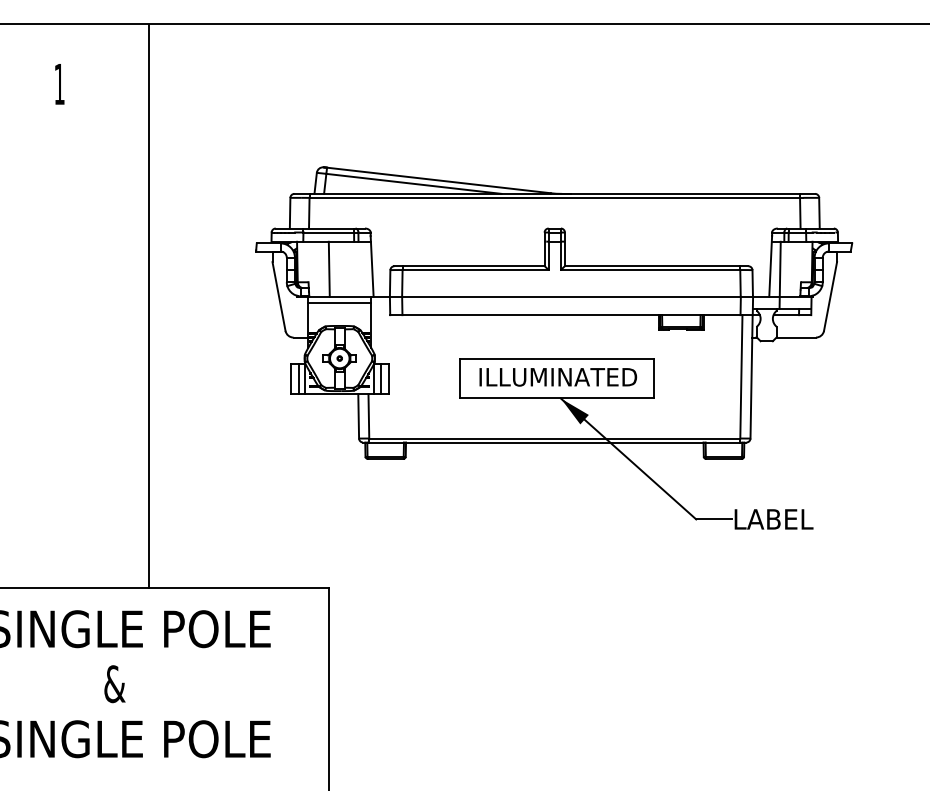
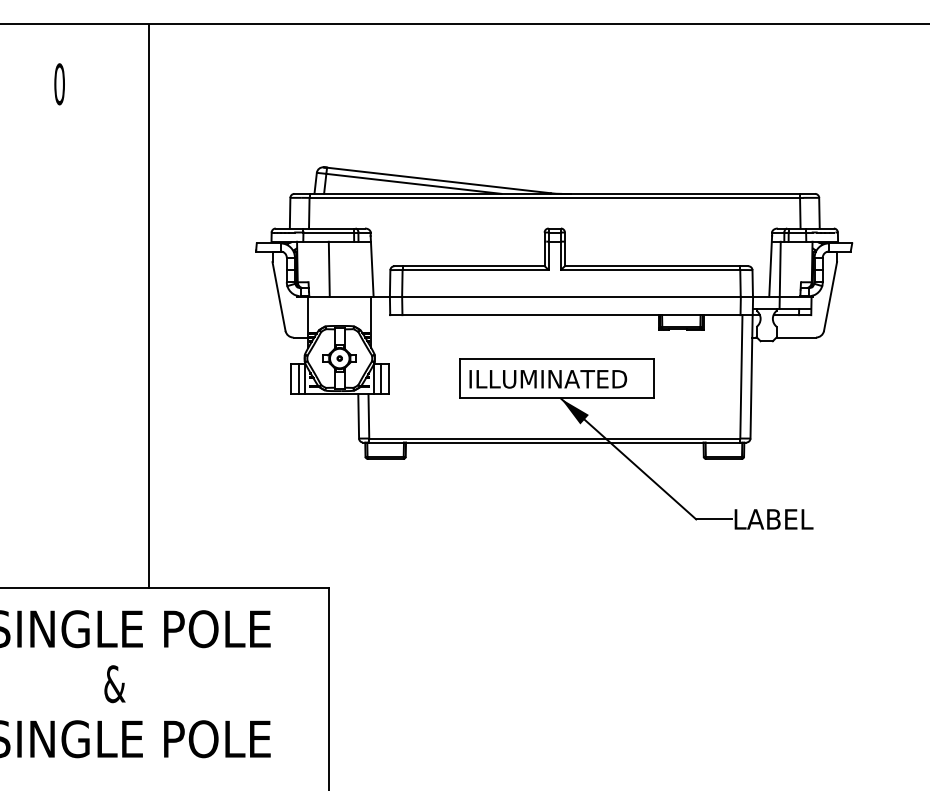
text at (59, 84): 1 -> 0
line at (339, 302): present -> none
text at (558, 377) position: (558, 377) -> (548, 379)
